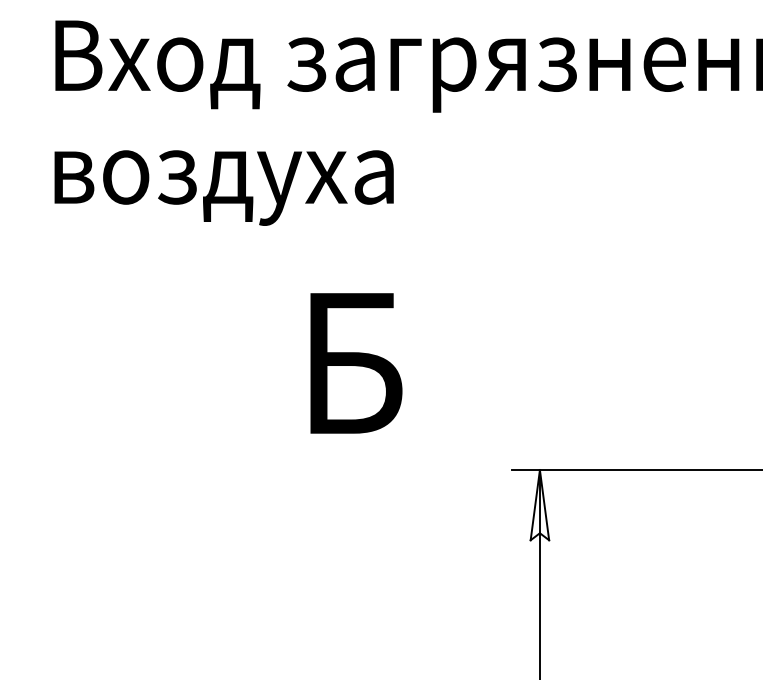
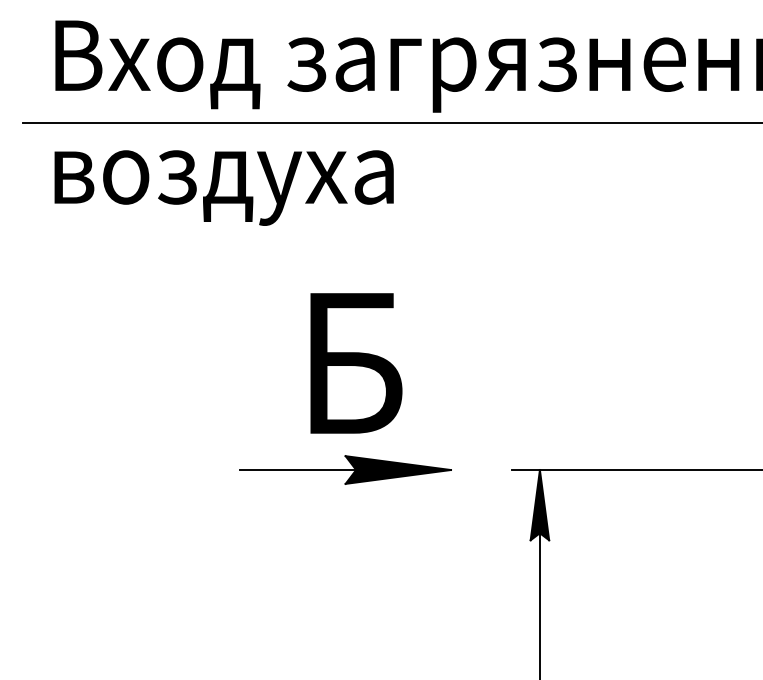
line at (390, 123): none -> present
part at (345, 469): none -> present
fill at (539, 505): none -> present
